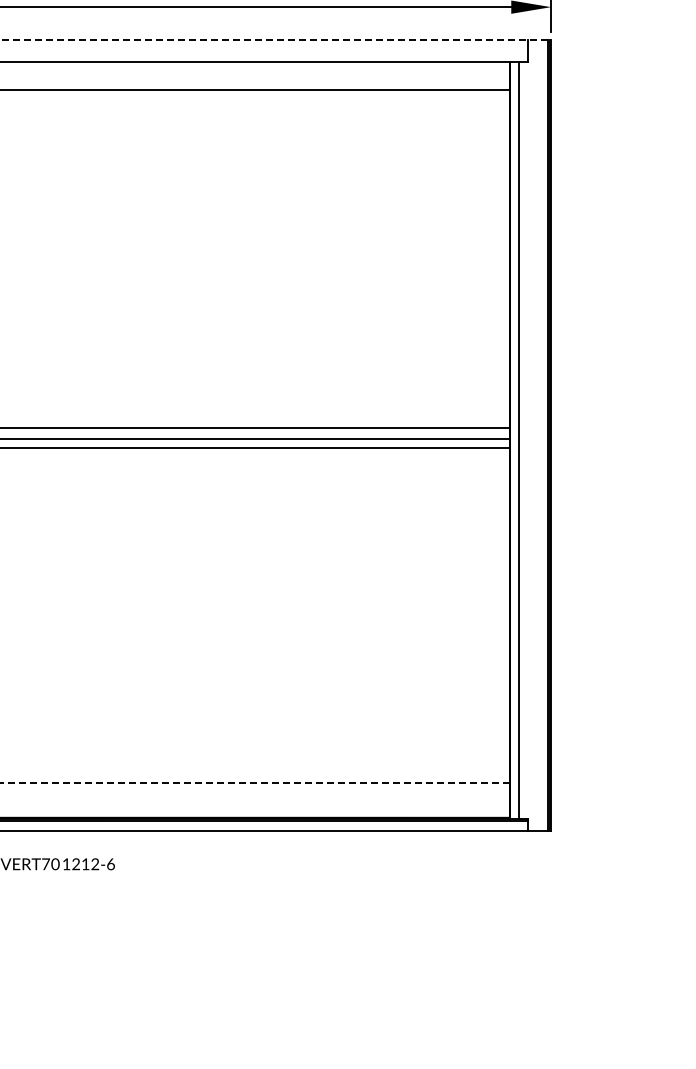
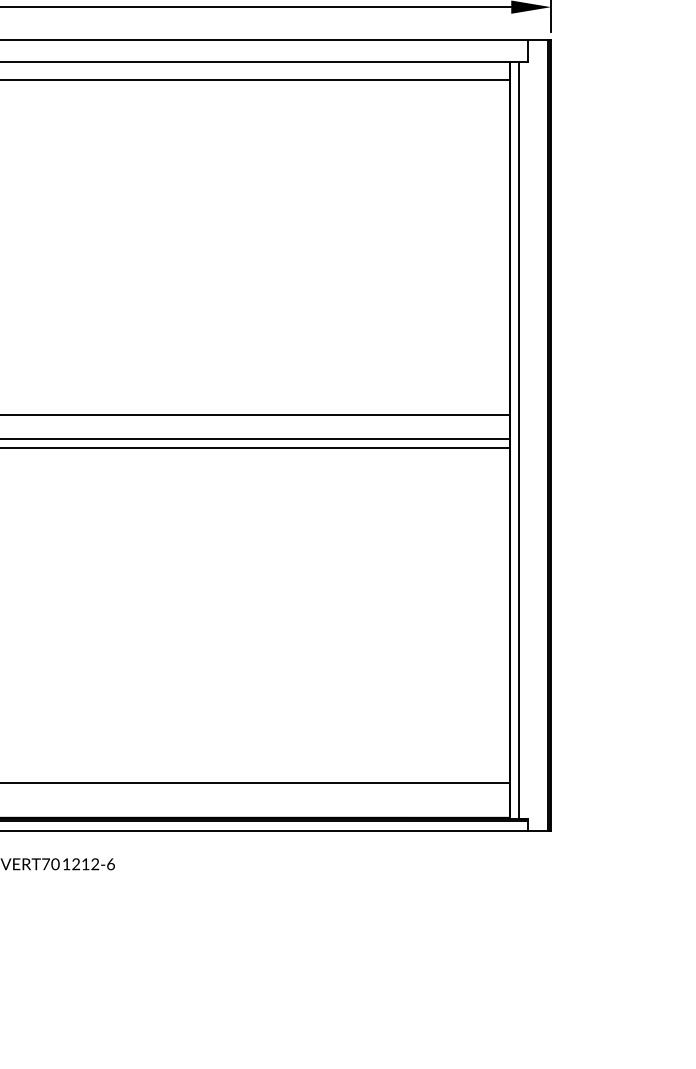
line at (276, 40): dashed -> solid
line at (255, 89) position: (255, 89) -> (255, 79)
line at (255, 427) position: (255, 427) -> (255, 414)
line at (254, 783): dashed -> solid
